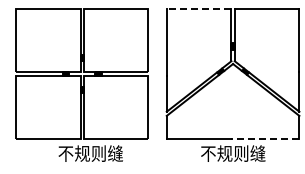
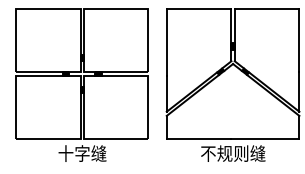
line at (198, 9): dashed -> solid
line at (265, 138): dashed -> solid
text at (90, 153): 不规则缝 -> 十字缝
